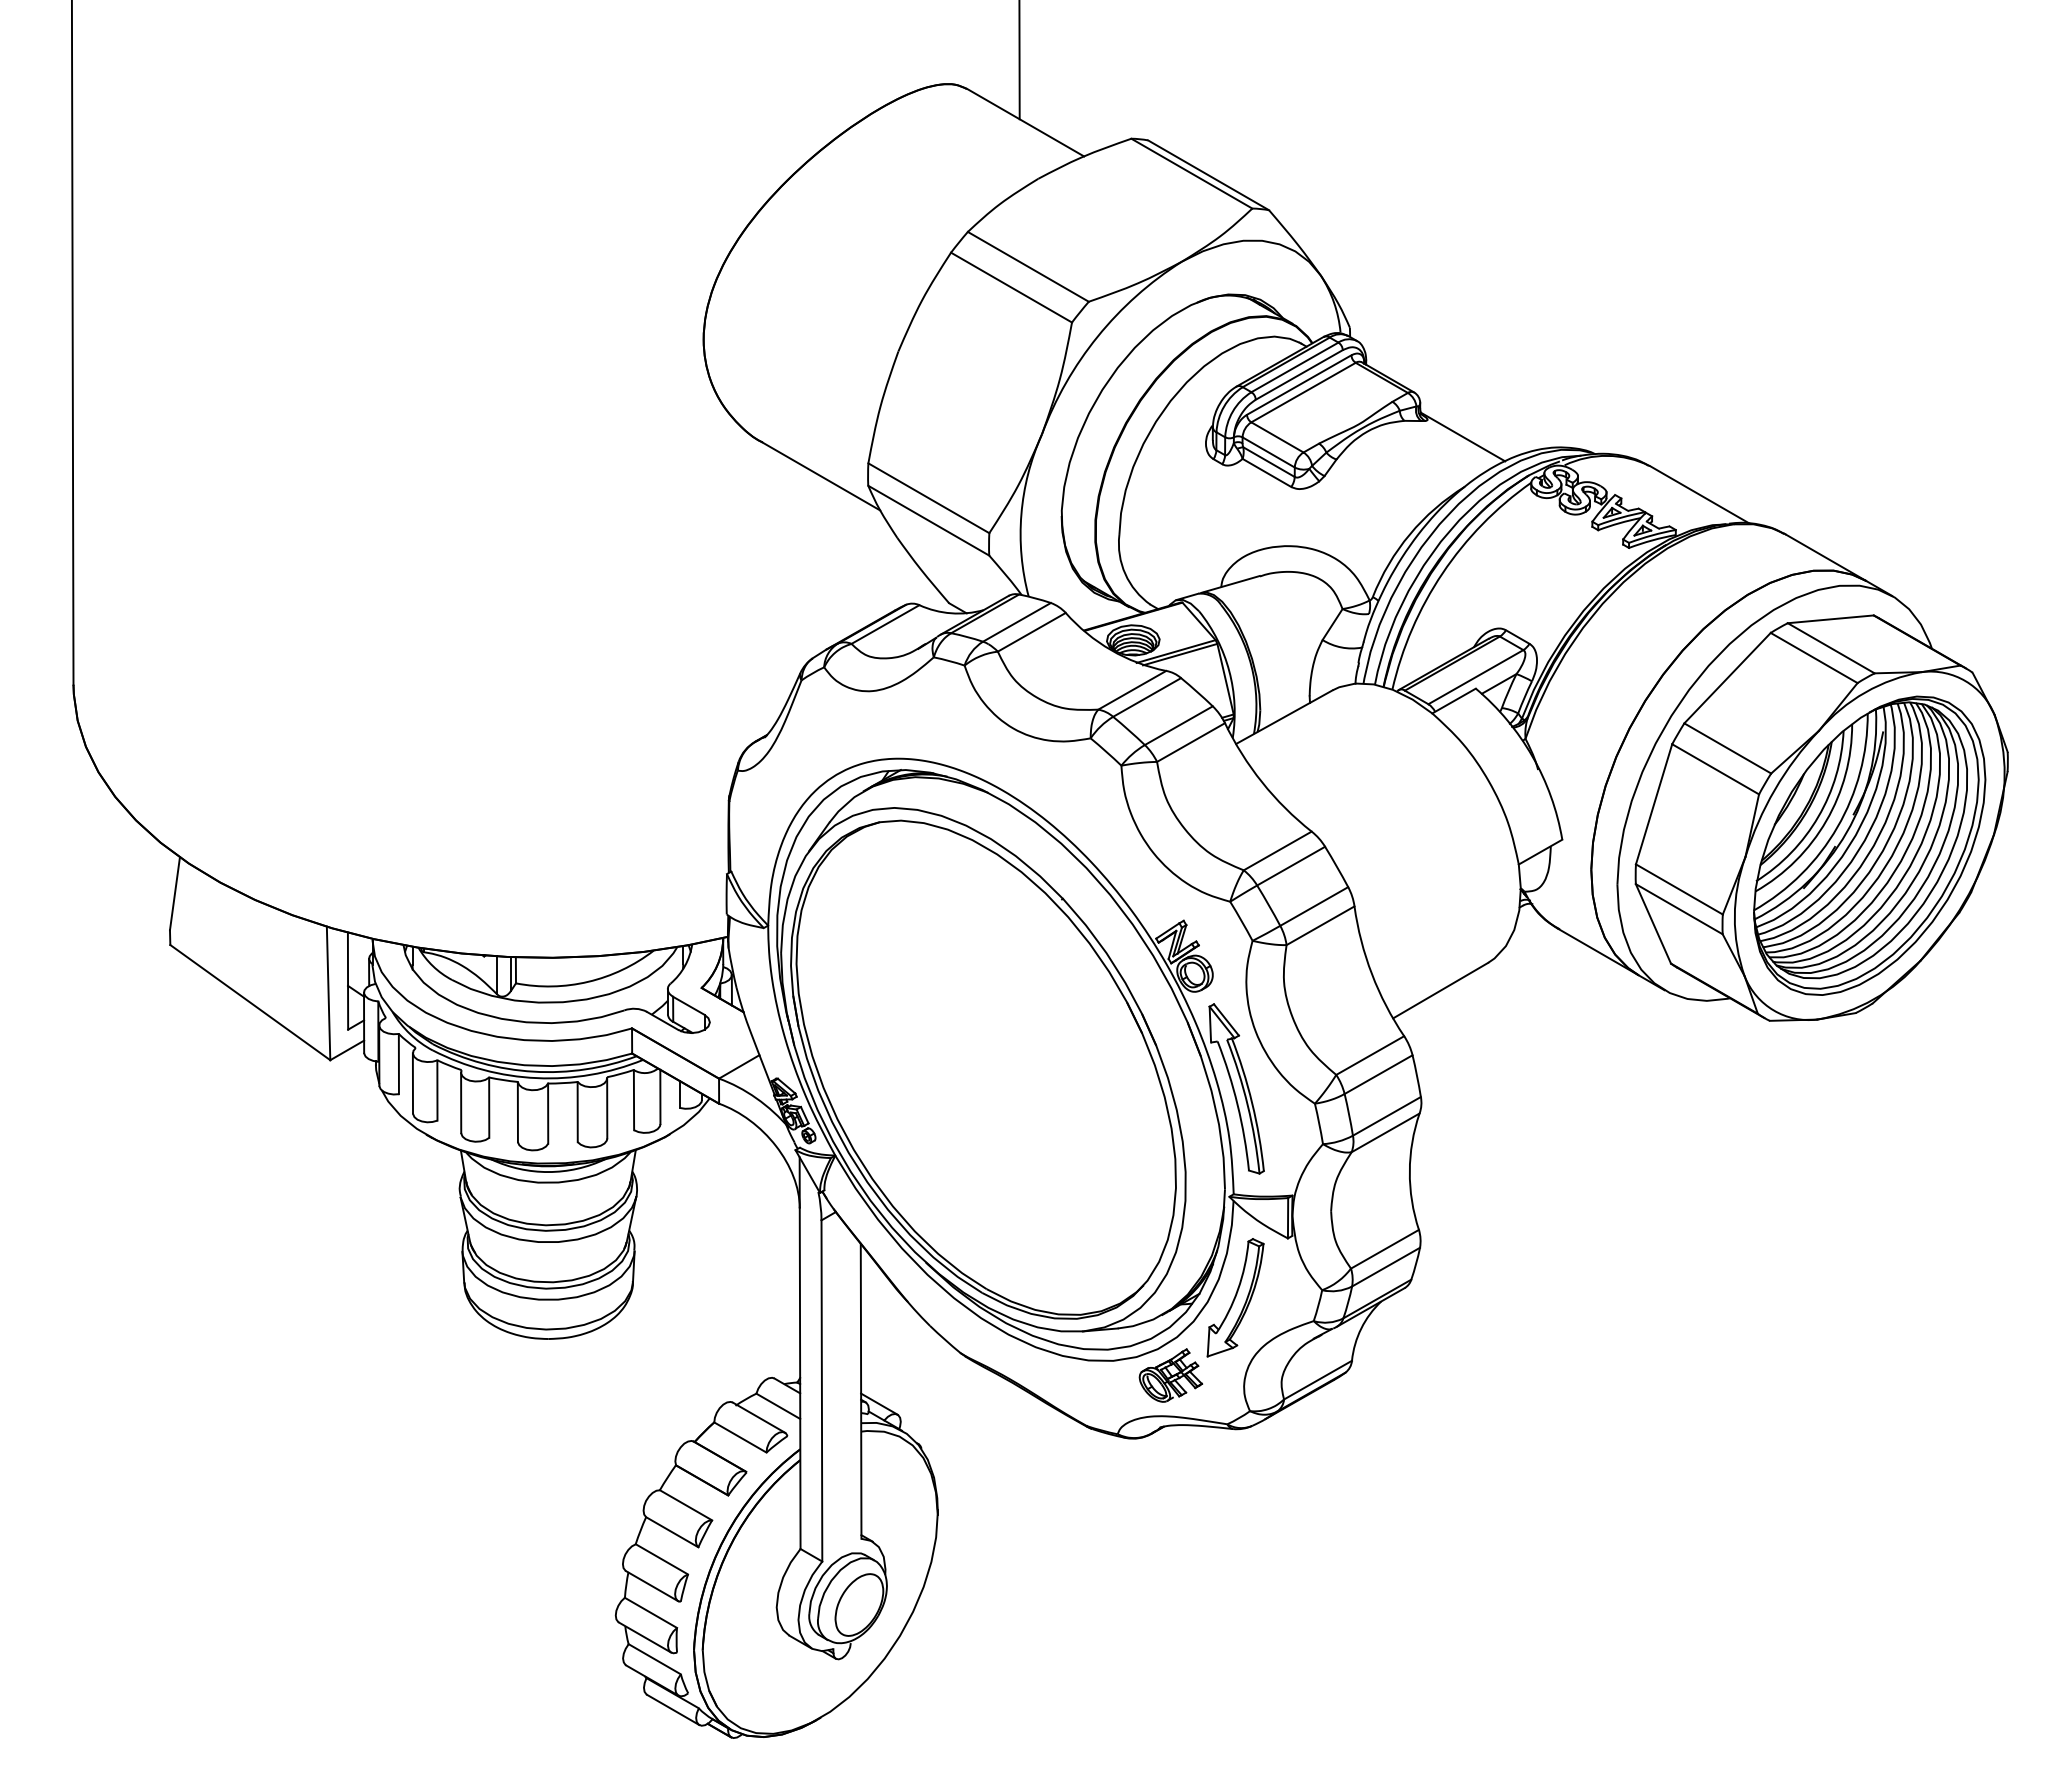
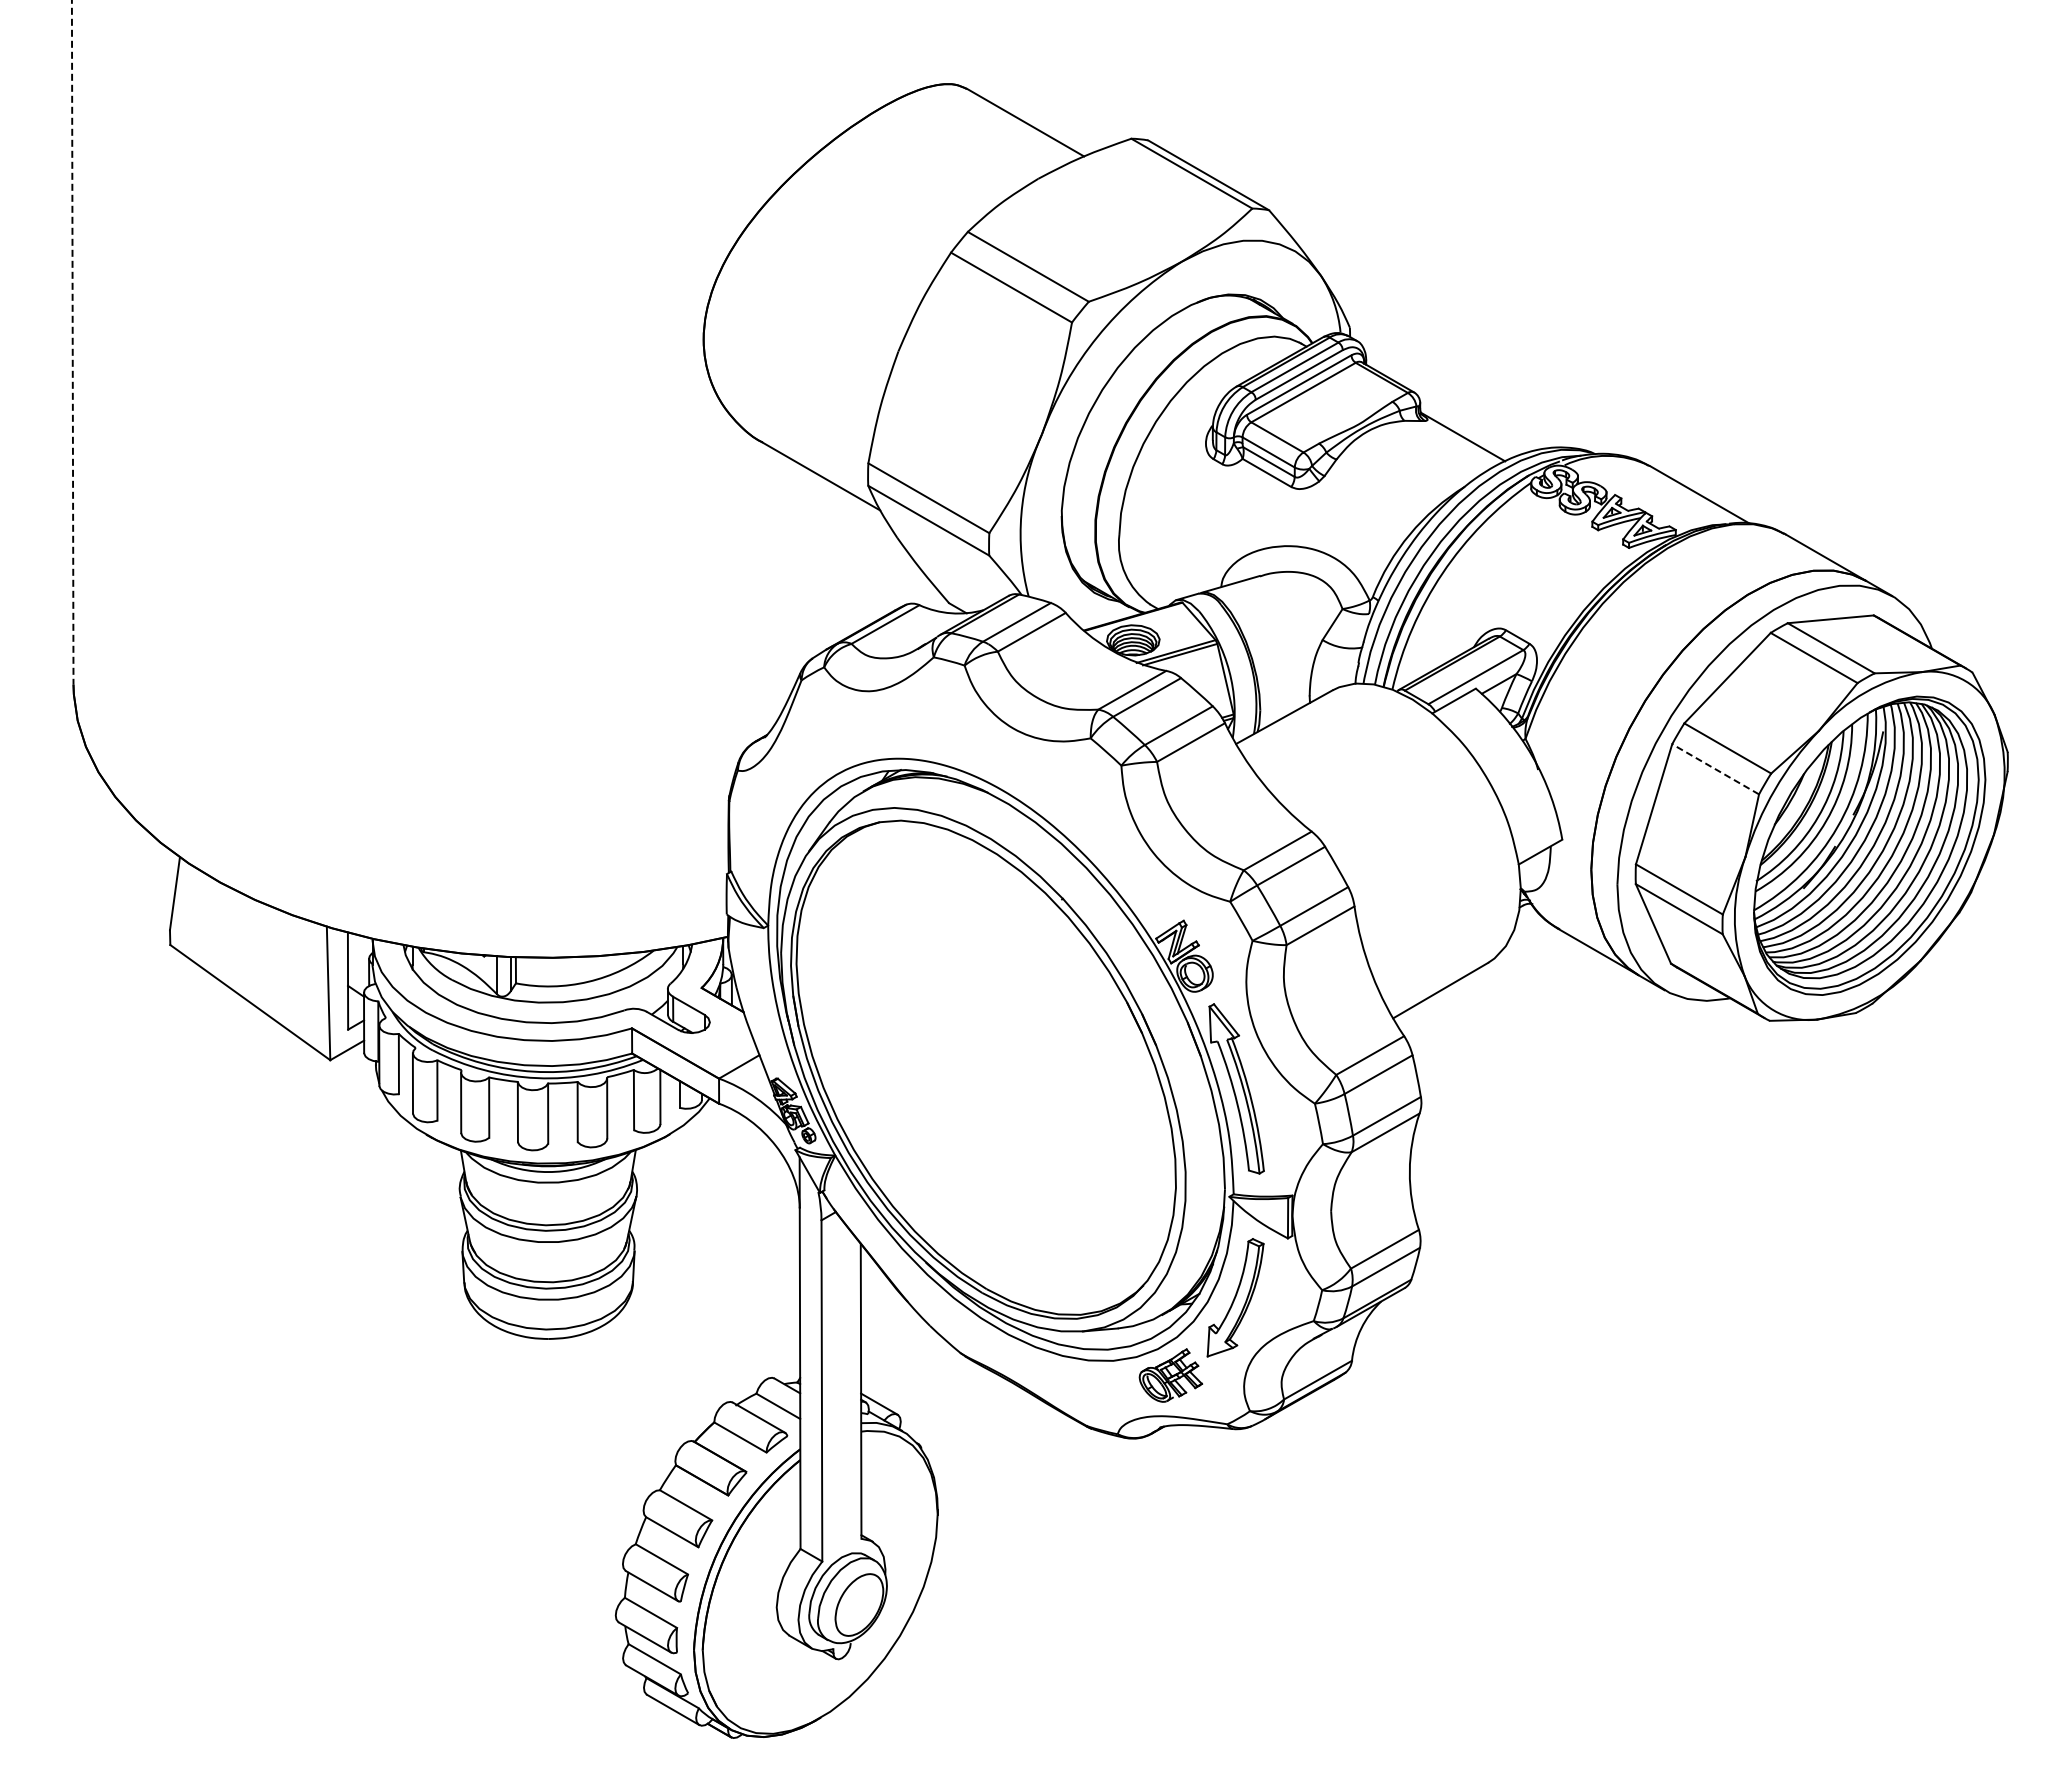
line at (1019, 60): present -> none
line at (72, 342): solid -> dashed
line at (1715, 769): solid -> dashed
